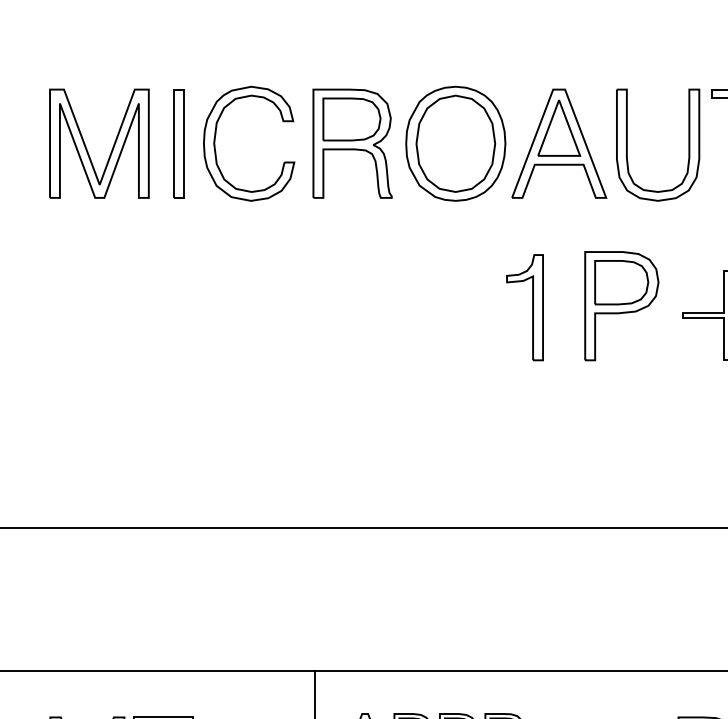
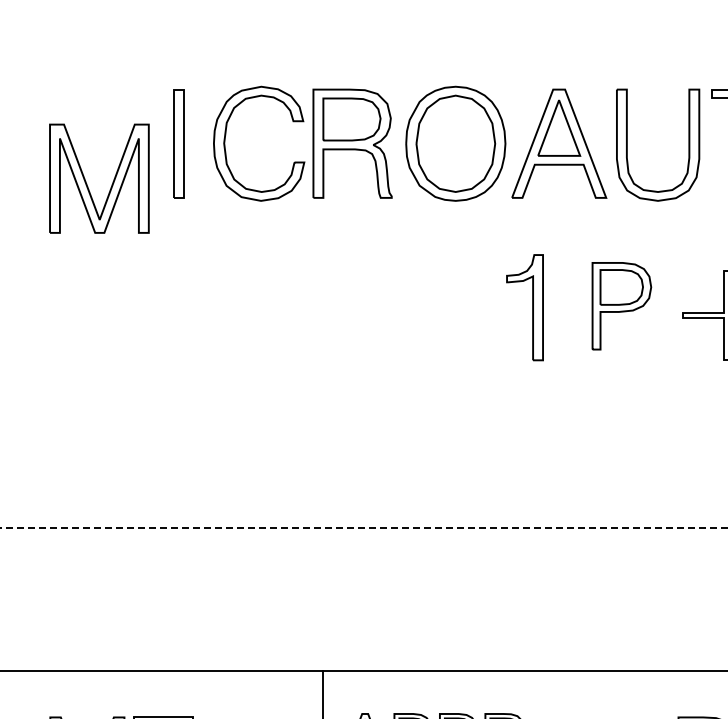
part at (216, 135) position: (216, 135) -> (226, 135)
part at (86, 146) position: (86, 146) -> (86, 181)
part at (621, 306) size: 76x111 px -> 62x89 px
line at (364, 527): solid -> dashed
line at (314, 693) position: (314, 693) -> (322, 693)
